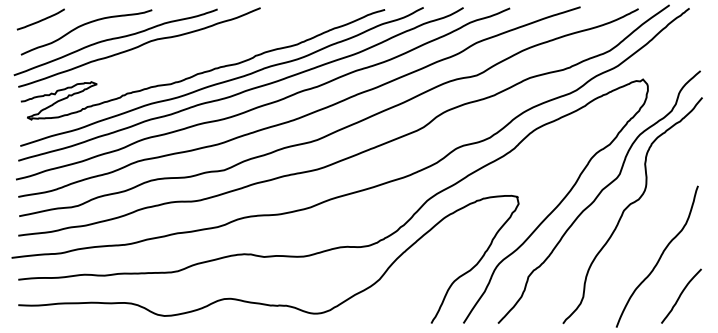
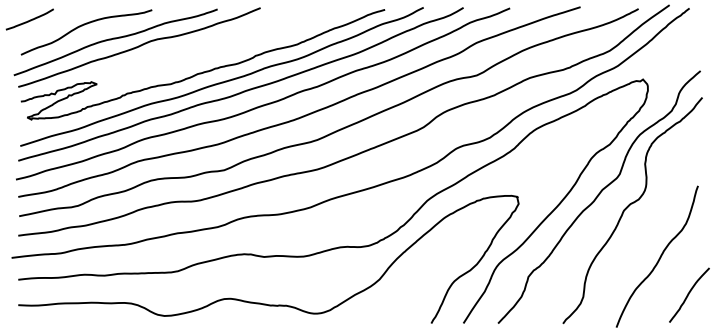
curve at (41, 19) position: (41, 19) -> (30, 19)
curve at (681, 295) position: (681, 295) -> (689, 294)
